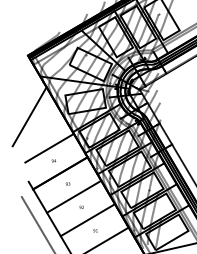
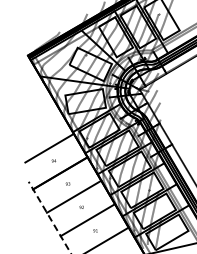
line at (29, 116): present -> none
line at (49, 217): solid -> dashed
line at (37, 223): present -> none
